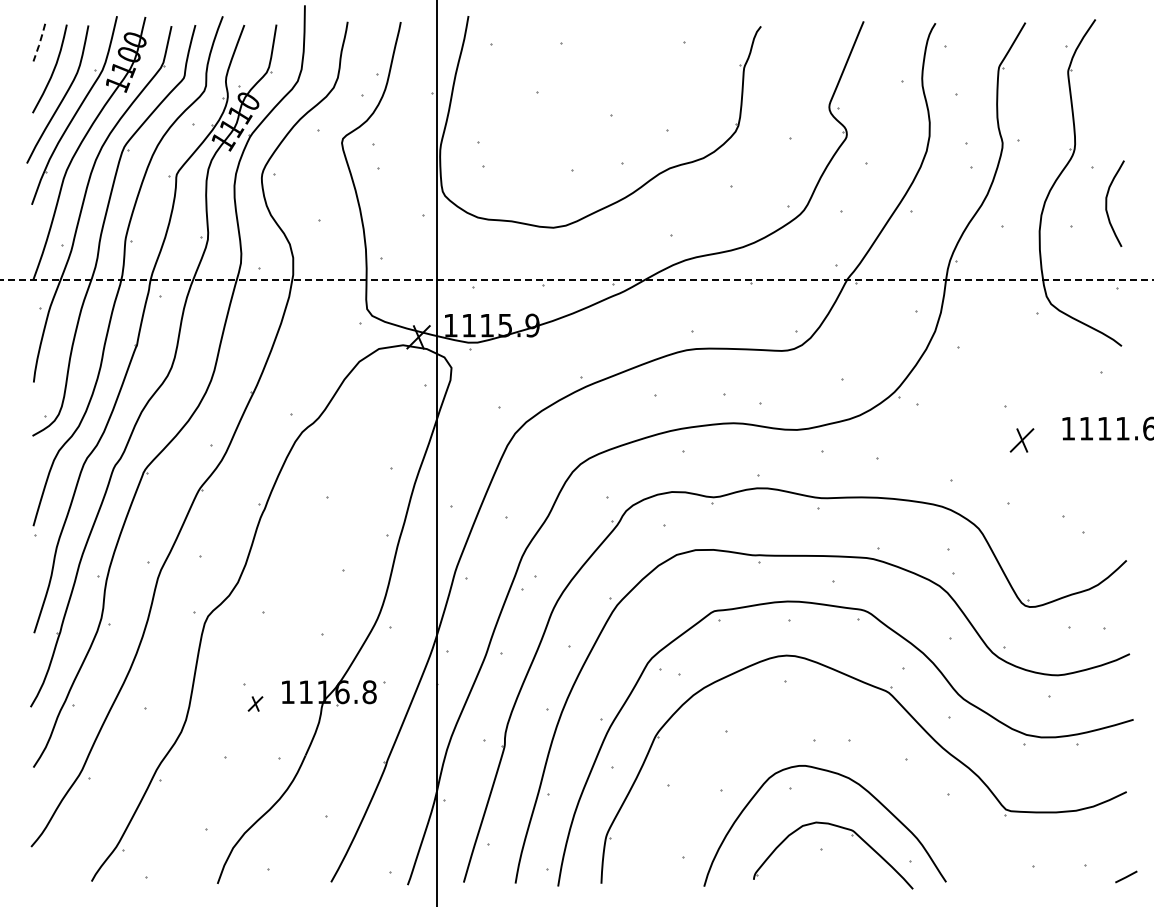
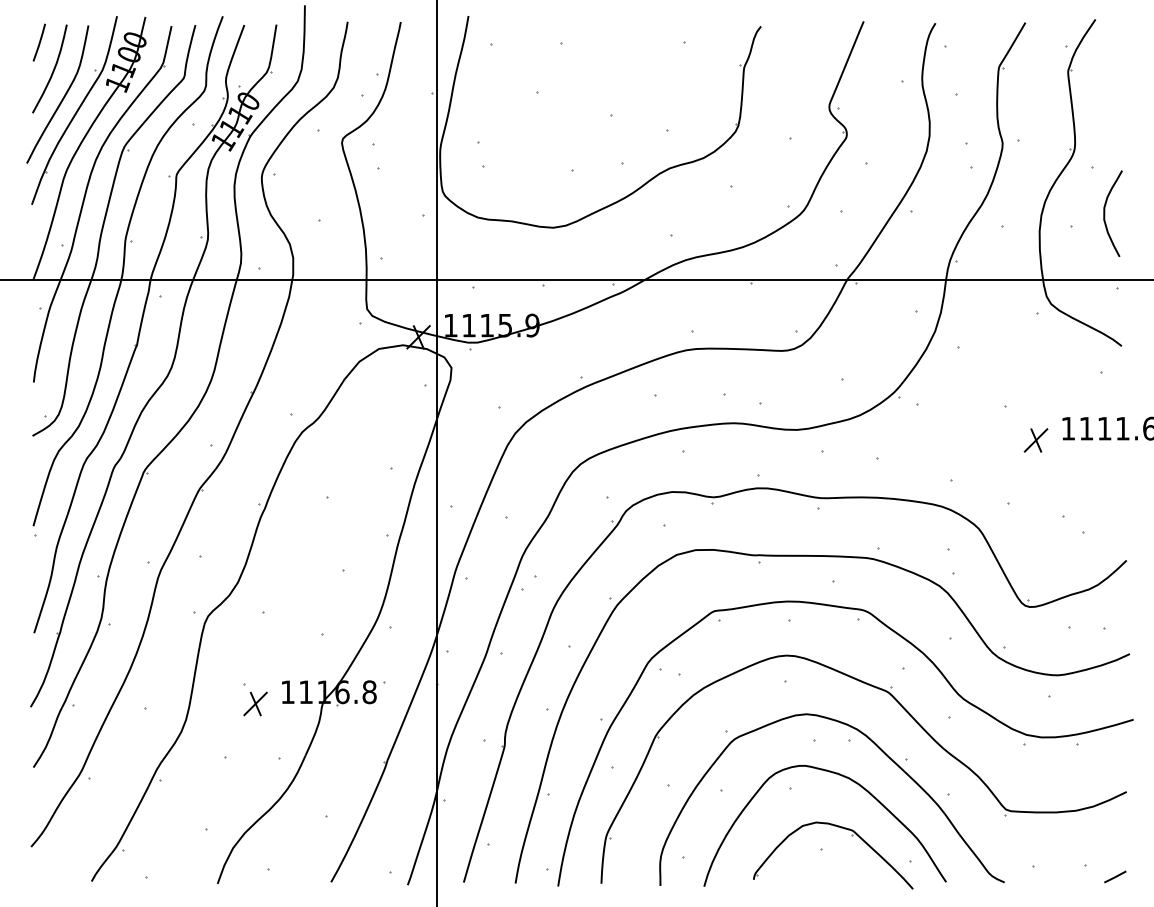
line at (39, 42): dashed -> solid
curve at (1107, 203) position: (1107, 203) -> (1105, 213)
line at (577, 279): dashed -> solid
part at (1021, 440) position: (1021, 440) -> (1035, 440)
part at (255, 703) size: 17x16 px -> 25x26 px
curve at (880, 750): none -> present
line at (1126, 876) position: (1126, 876) -> (1115, 876)
